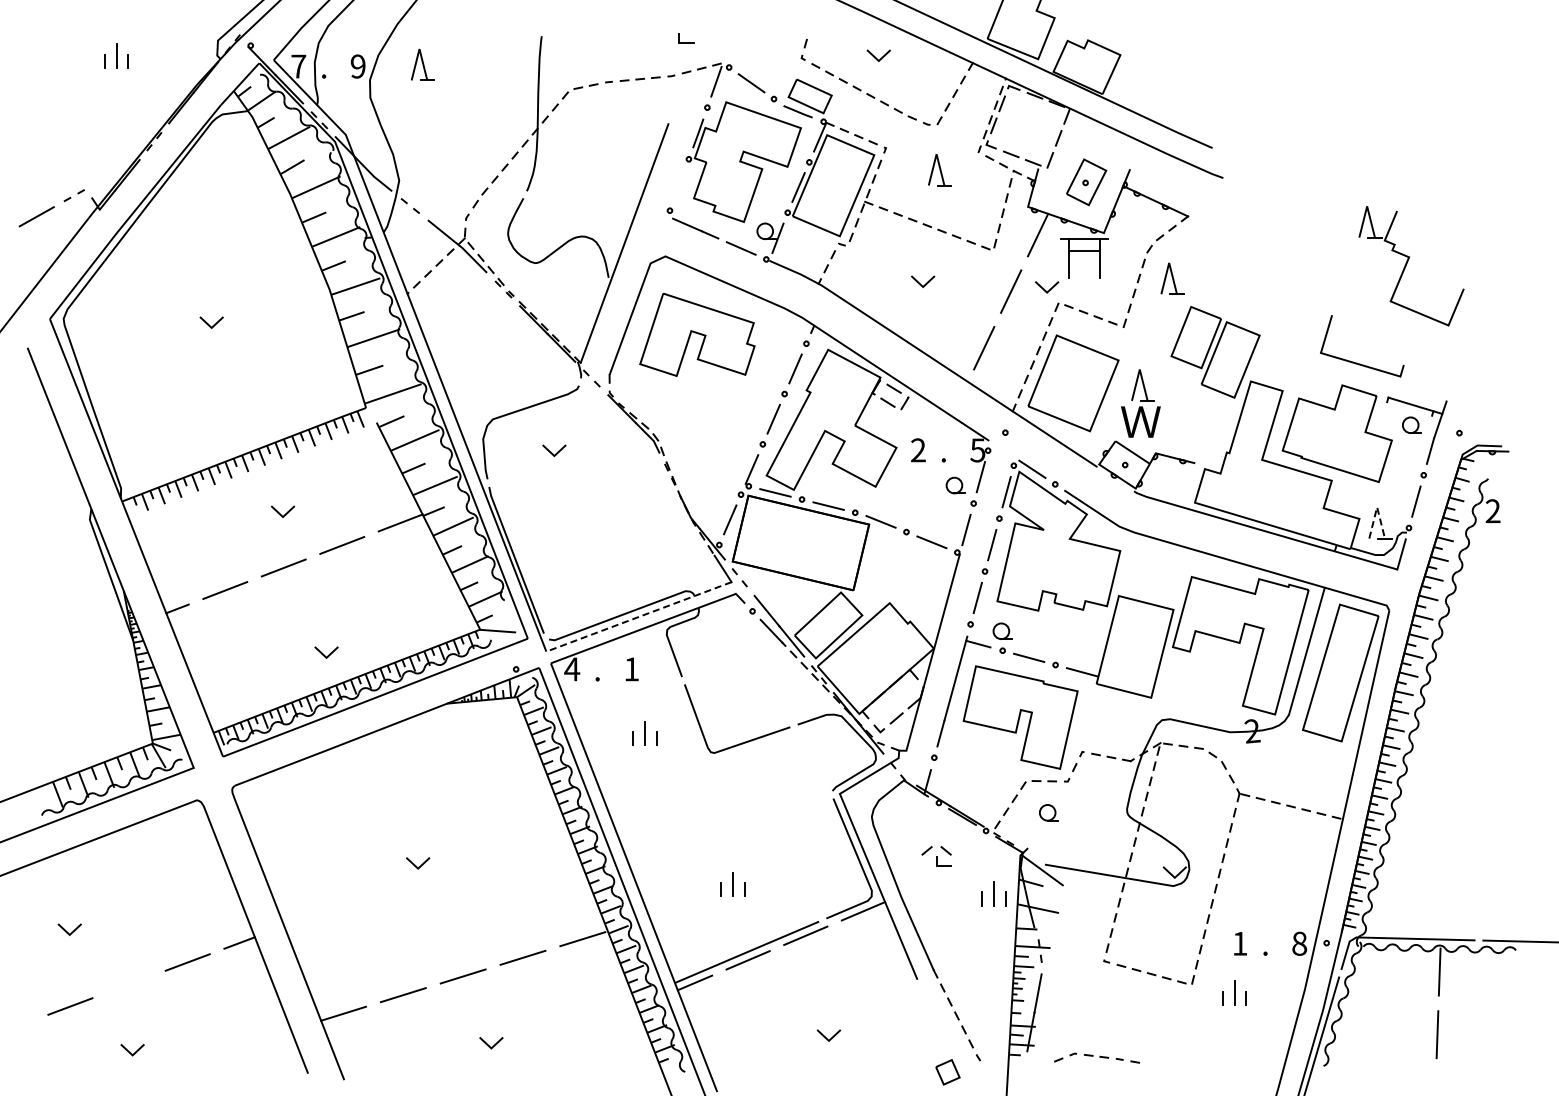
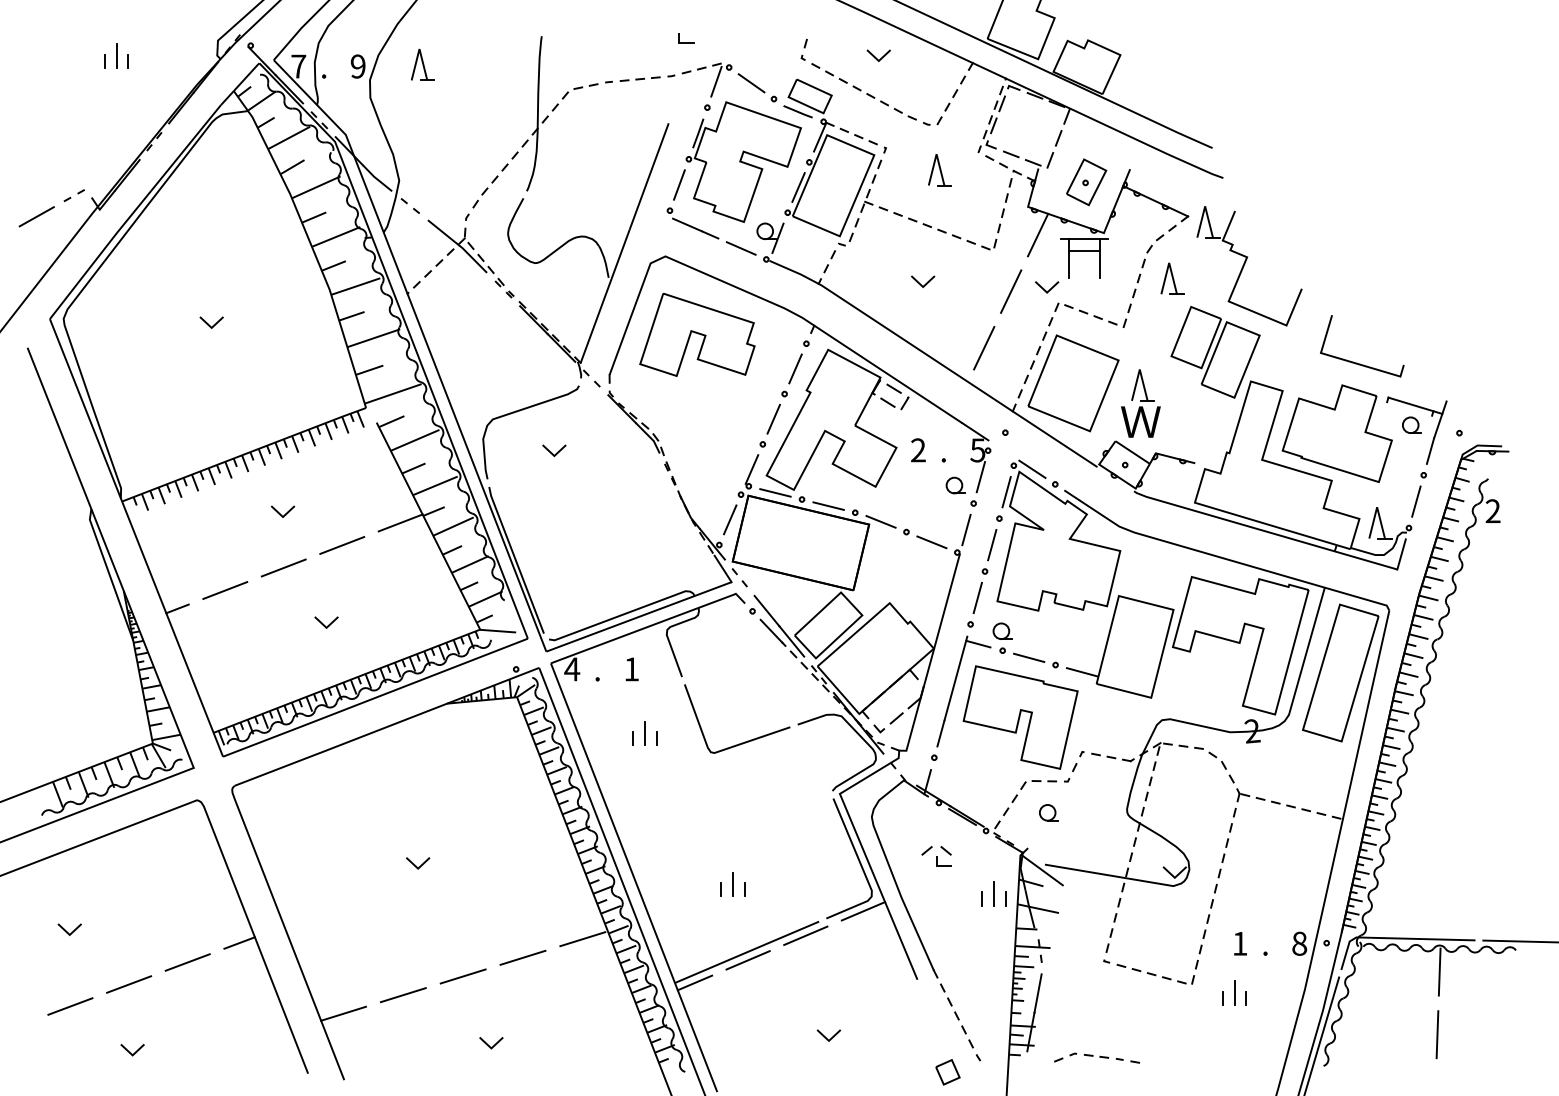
line at (679, 184): none -> present
part at (1411, 266) position: (1411, 266) -> (1249, 266)
line at (1377, 507): dashed -> solid
line at (638, 616): dashed -> solid
line at (324, 654) position: (324, 654) -> (324, 624)
line at (129, 984): none -> present
